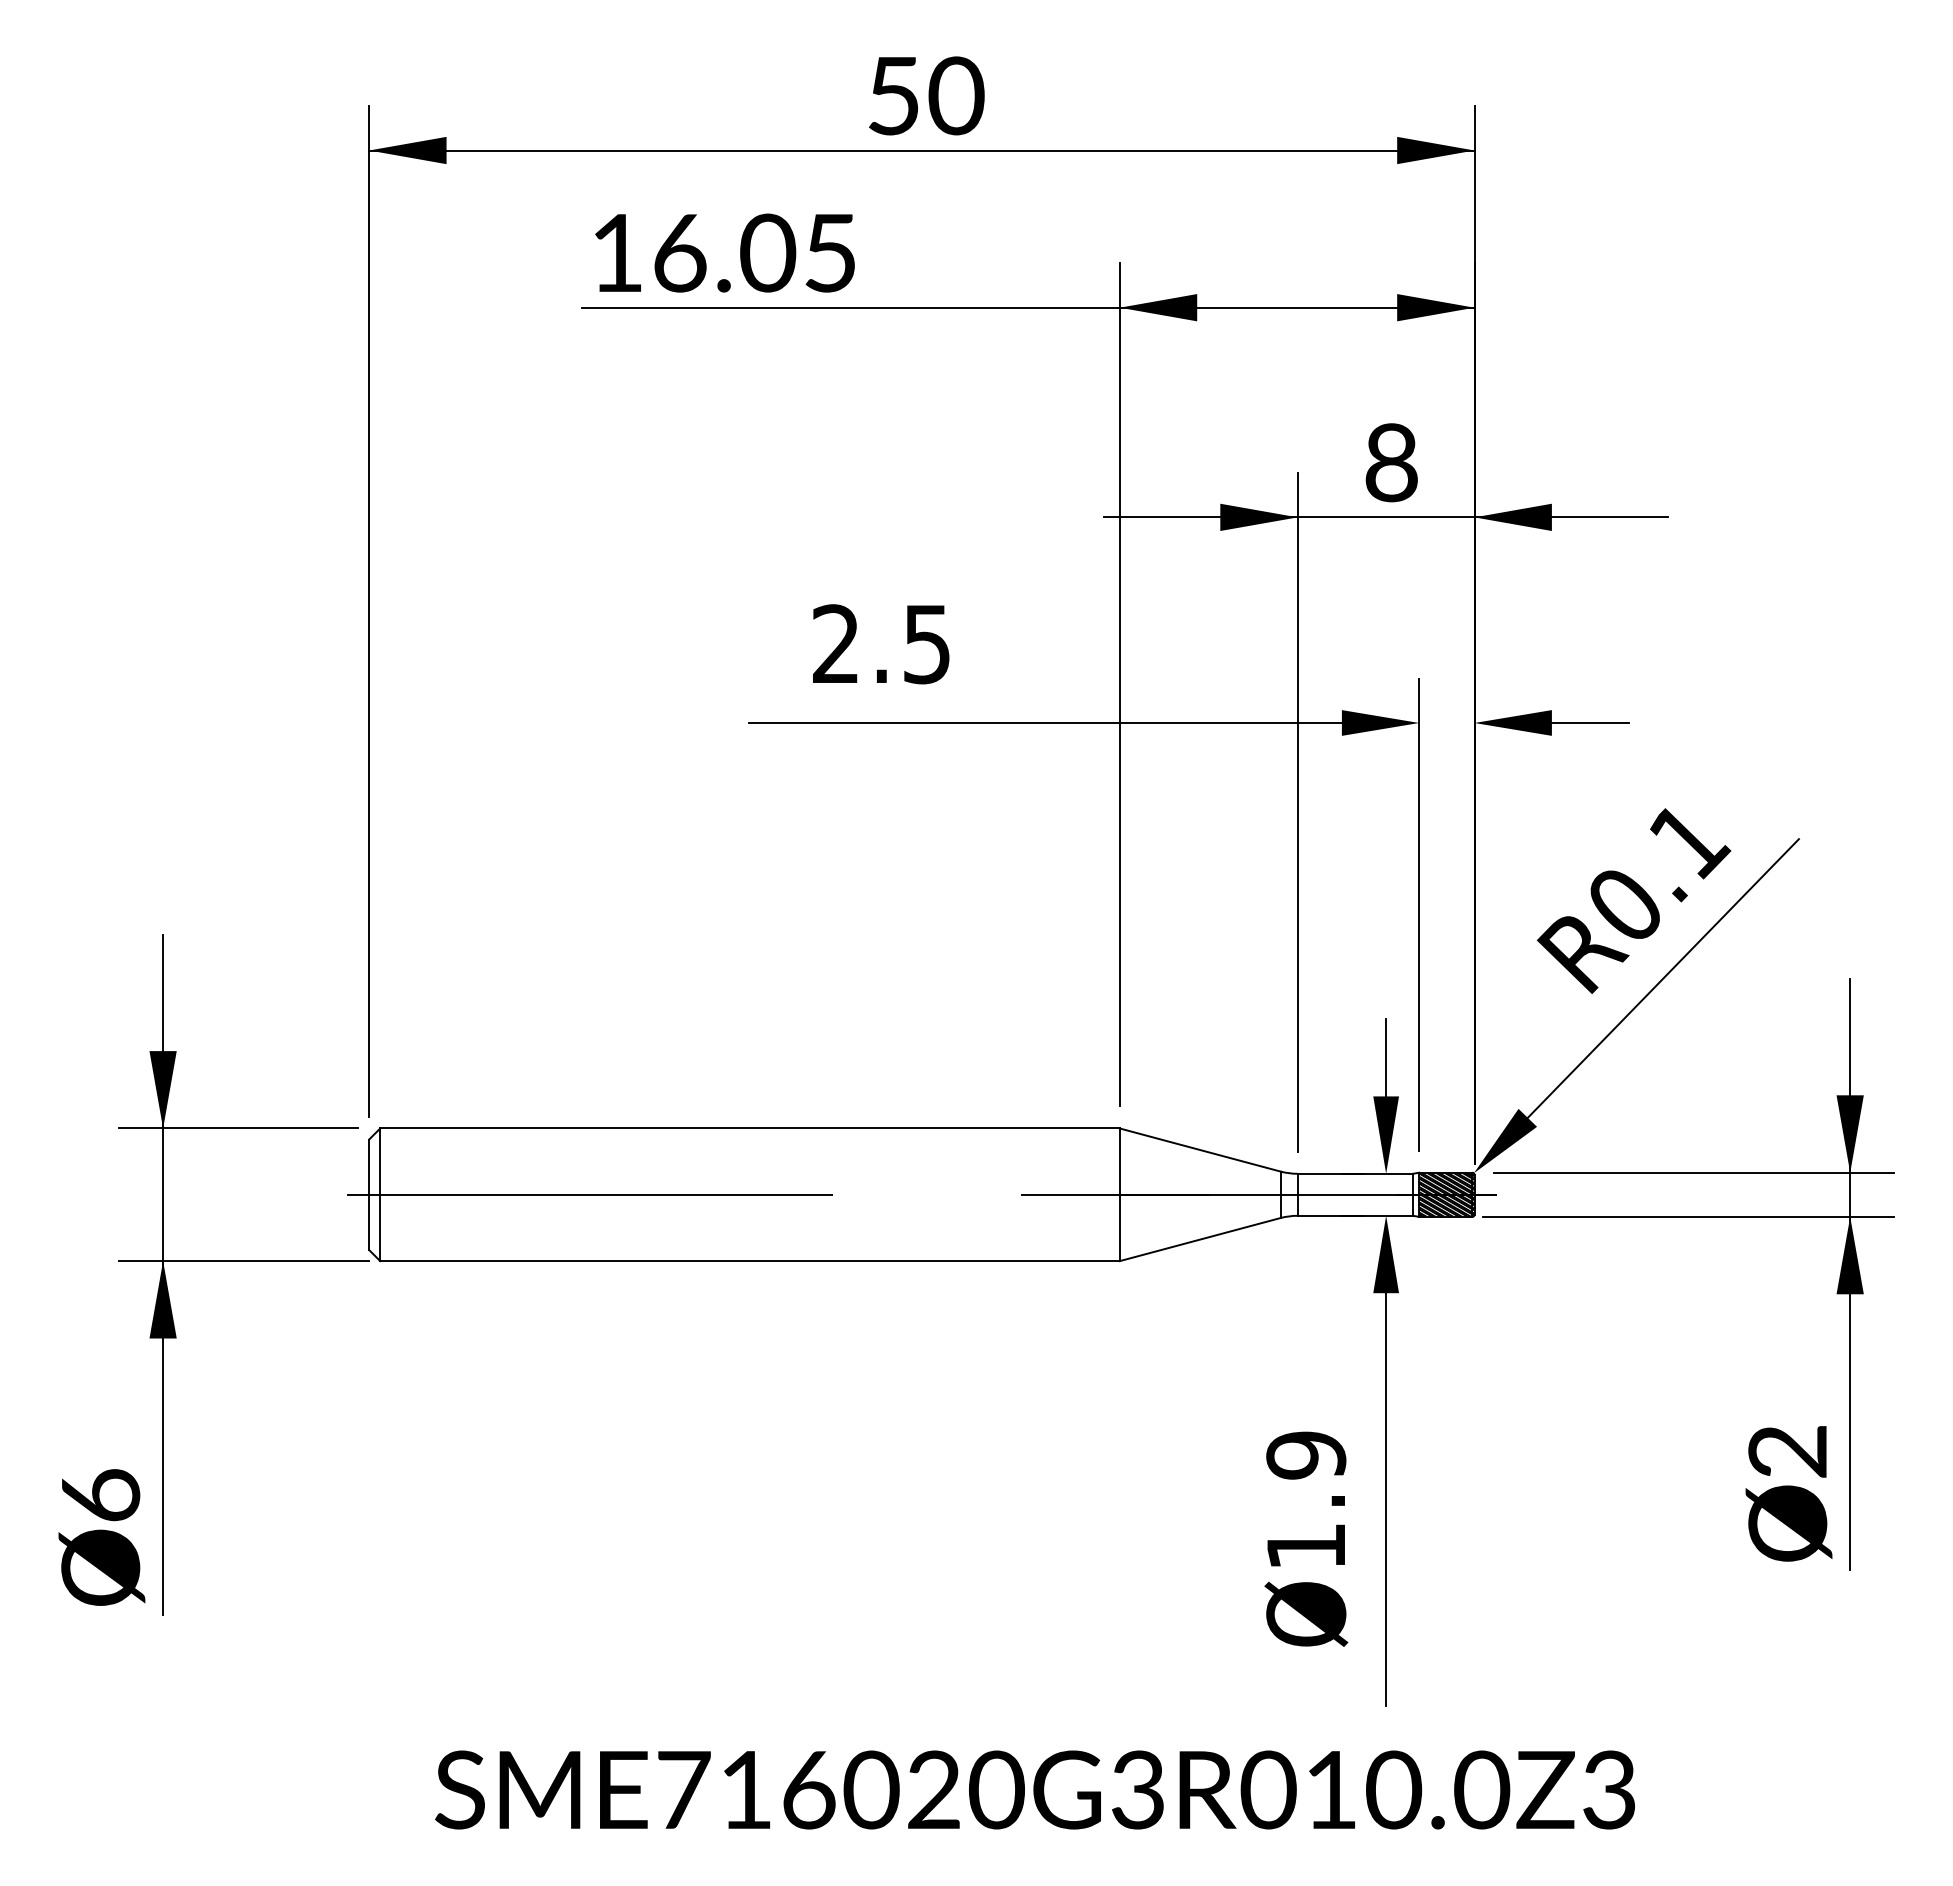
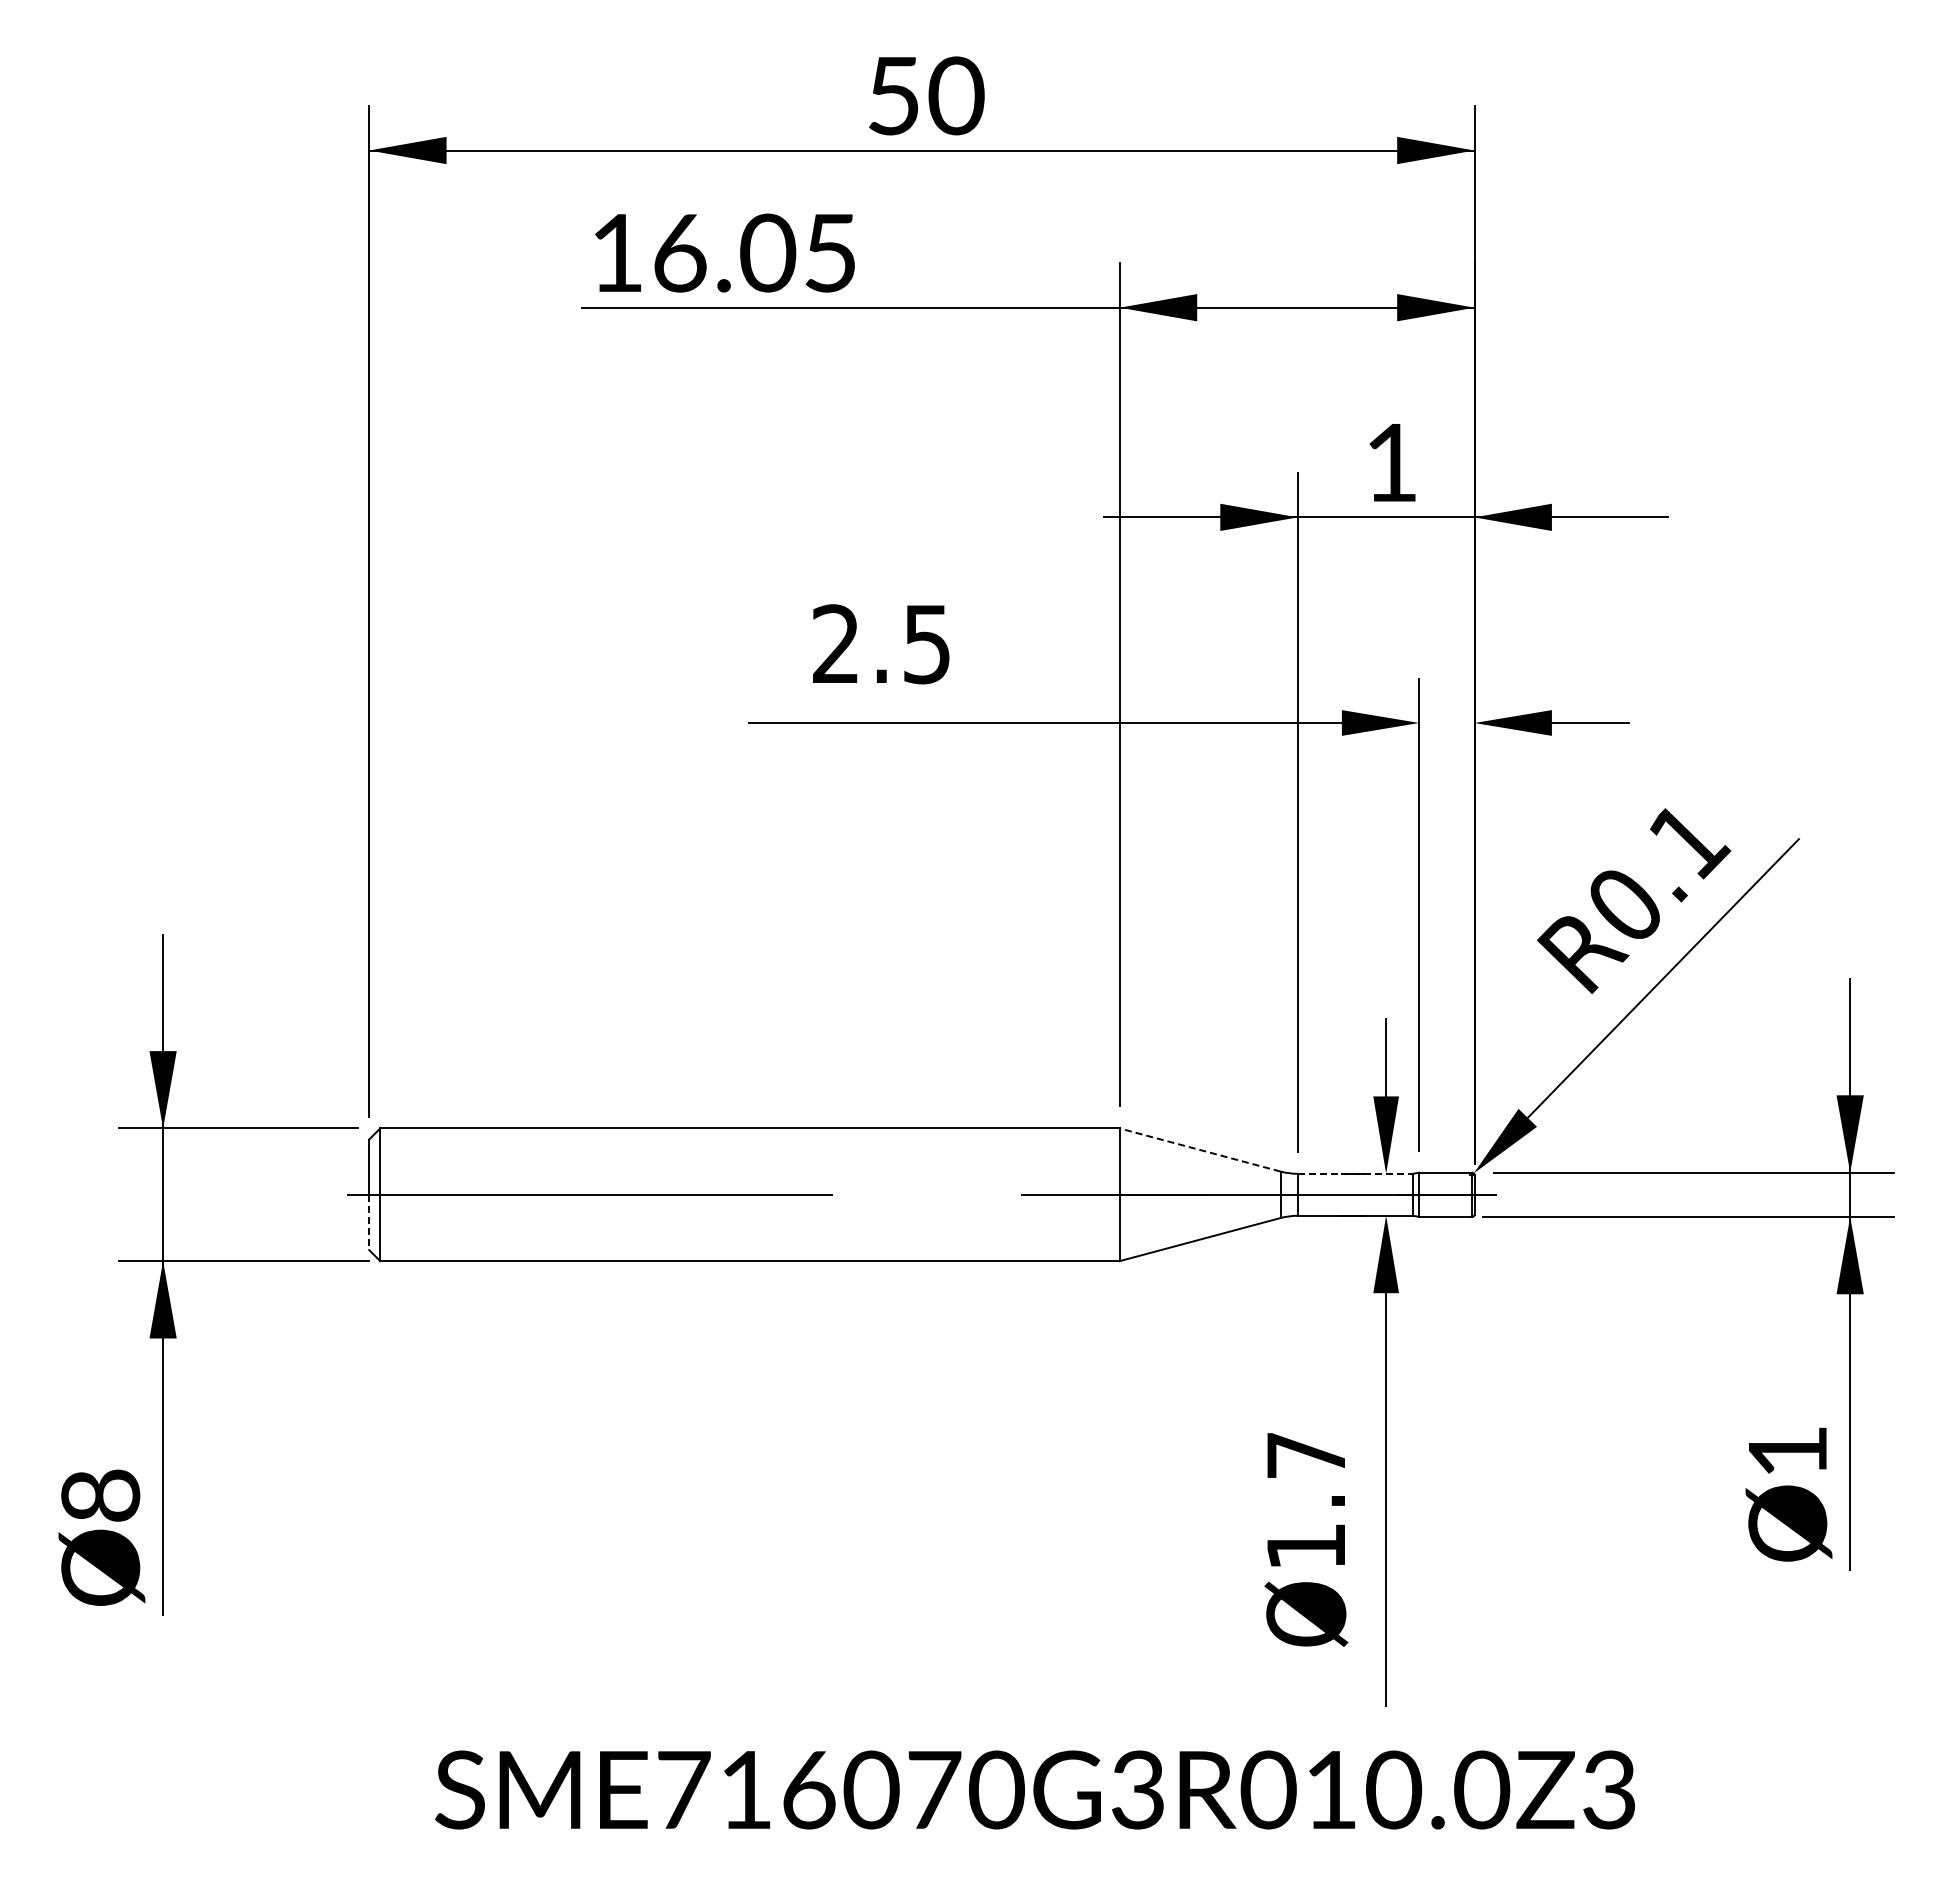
text at (1391, 462): 8 -> 1
line at (1199, 1149): solid -> dashed
line at (1355, 1173): solid -> dashed
hatch at (1446, 1194): present -> none
line at (369, 1222): solid -> dashed
text at (1787, 1451): 2 -> 1
text at (1306, 1455): Ø1.9 -> Ø1.7
text at (100, 1495): 6 -> 8
text at (934, 1789): SME716020G3R010.0Z3 -> SME716070G3R010.0Z3
